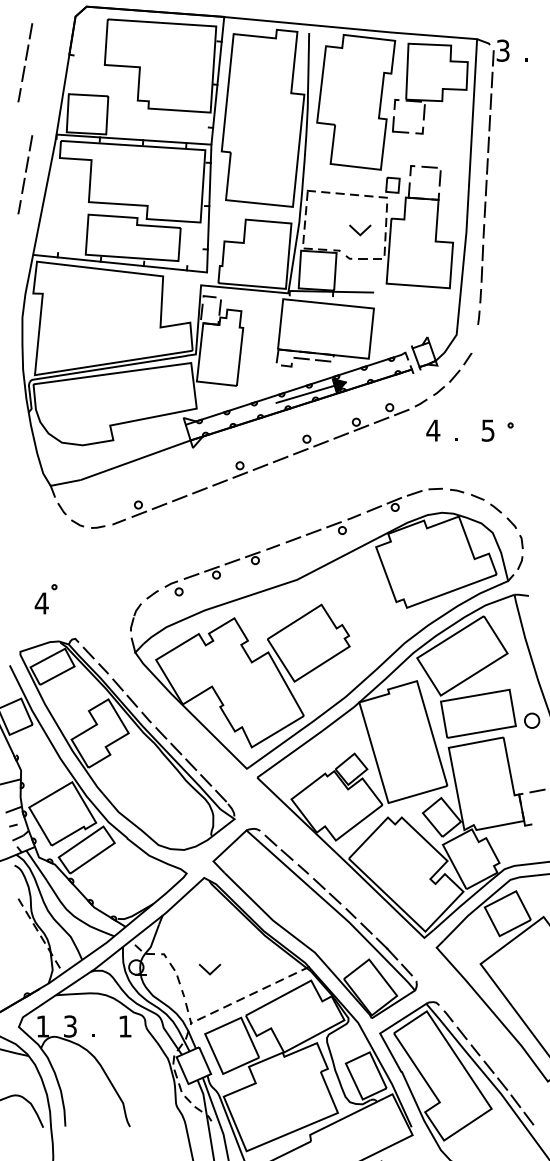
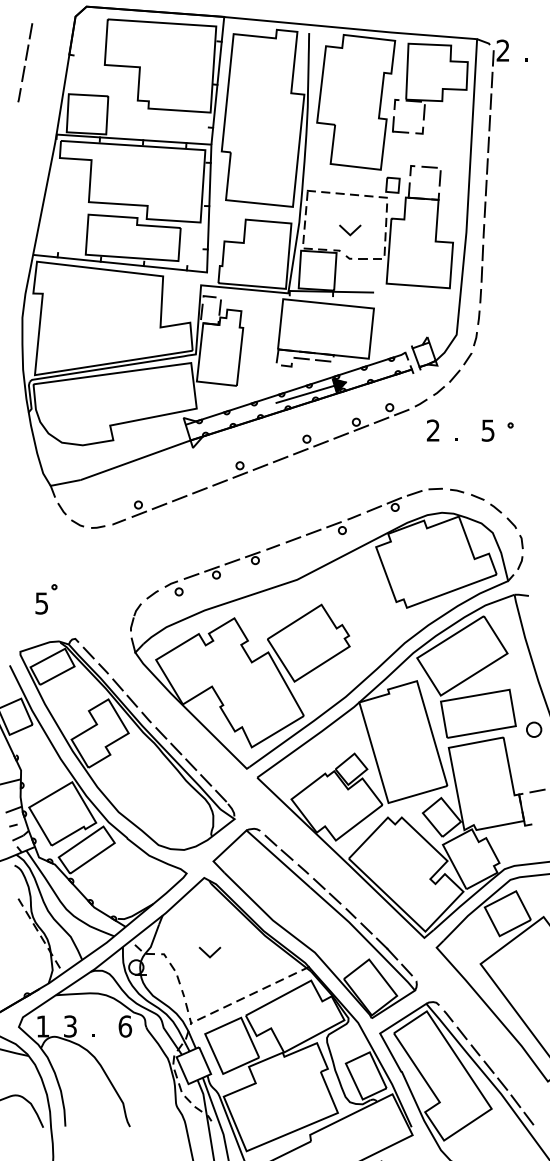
text at (502, 50): 3 -> 2
part at (25, 174): present -> none
line at (362, 231) position: (362, 231) -> (352, 231)
line at (475, 339): none -> present
text at (433, 430): 4 -> 2
text at (41, 603): 4 -> 5
circle at (532, 720) position: (532, 720) -> (534, 729)
line at (207, 970) position: (207, 970) -> (207, 953)
text at (125, 1026): 1 -> 6
